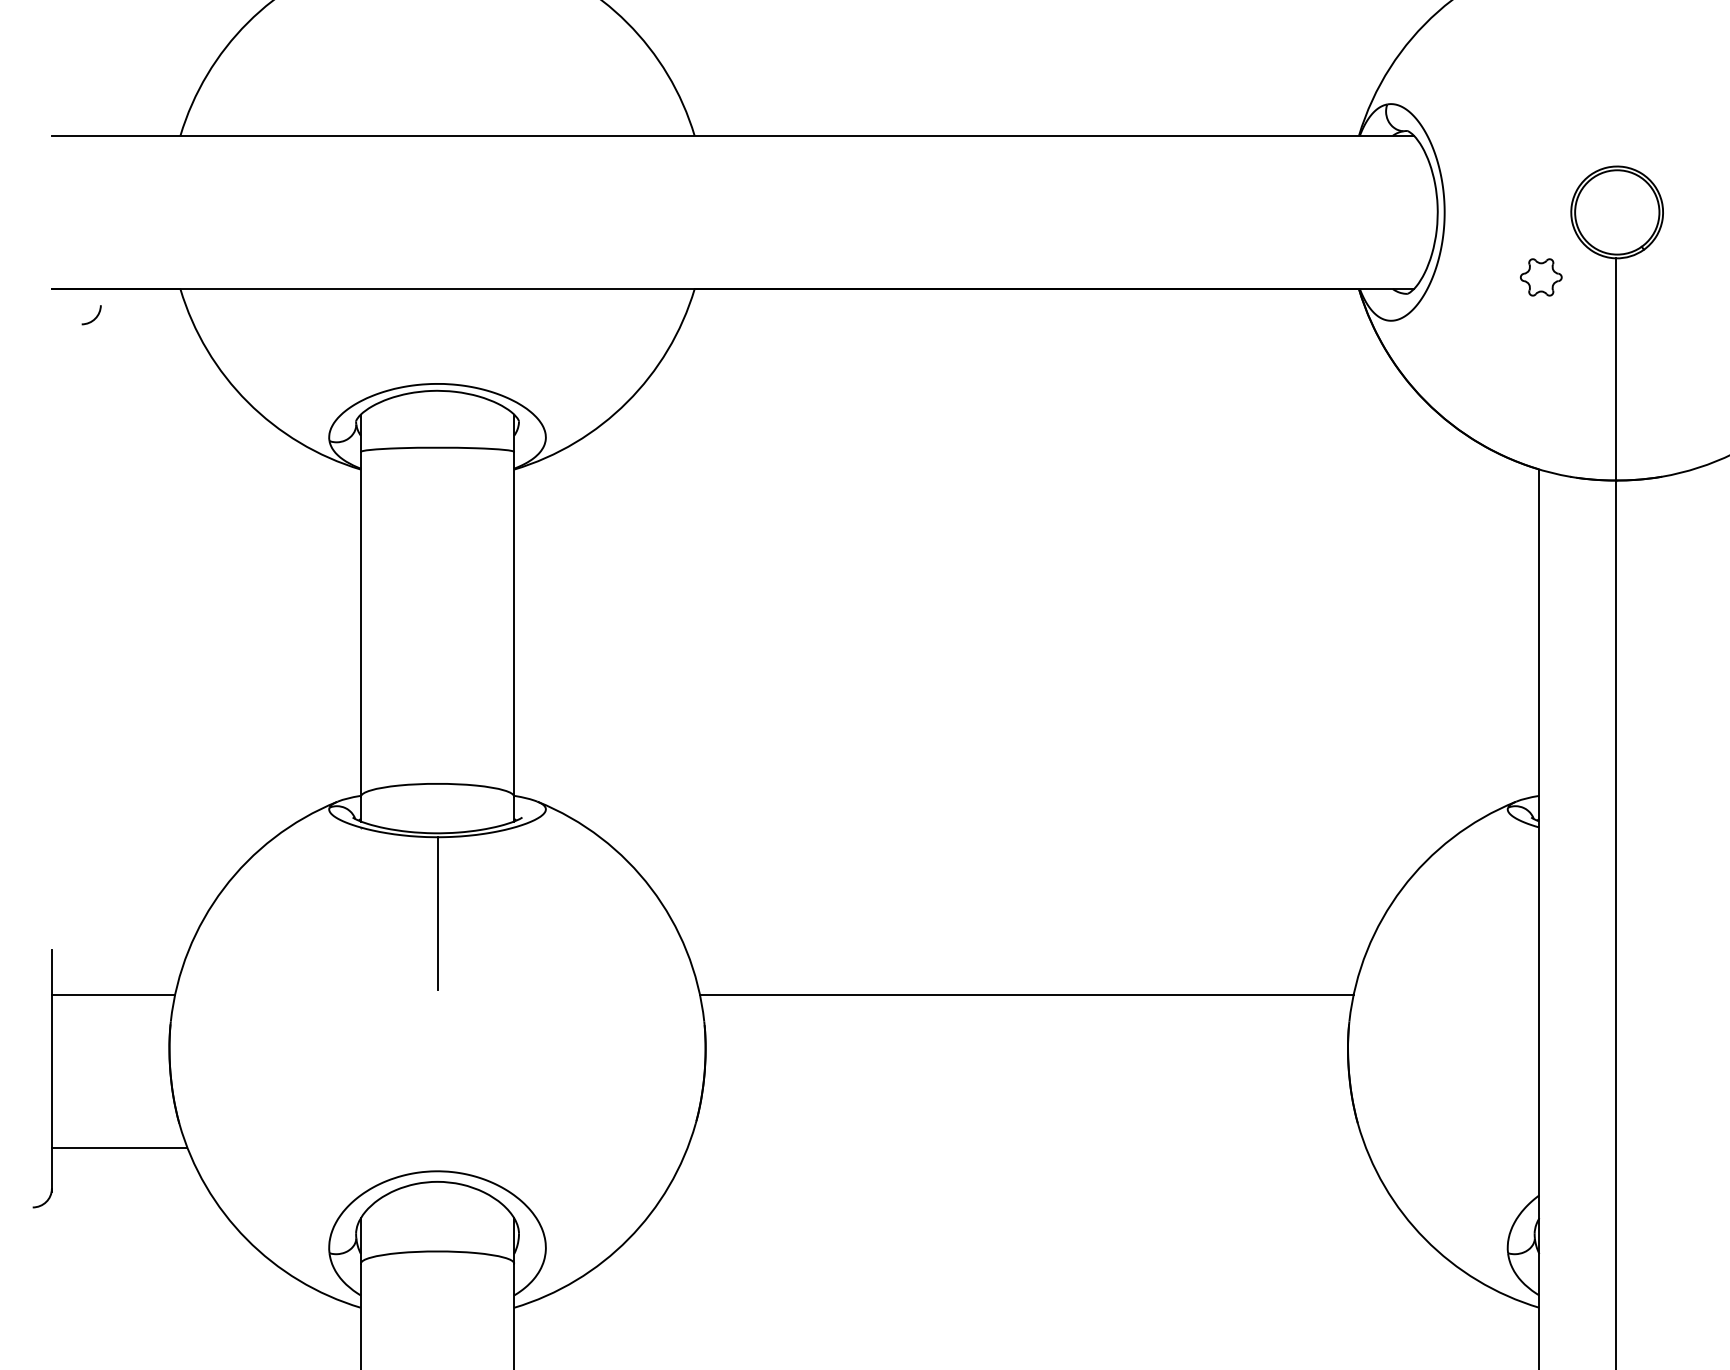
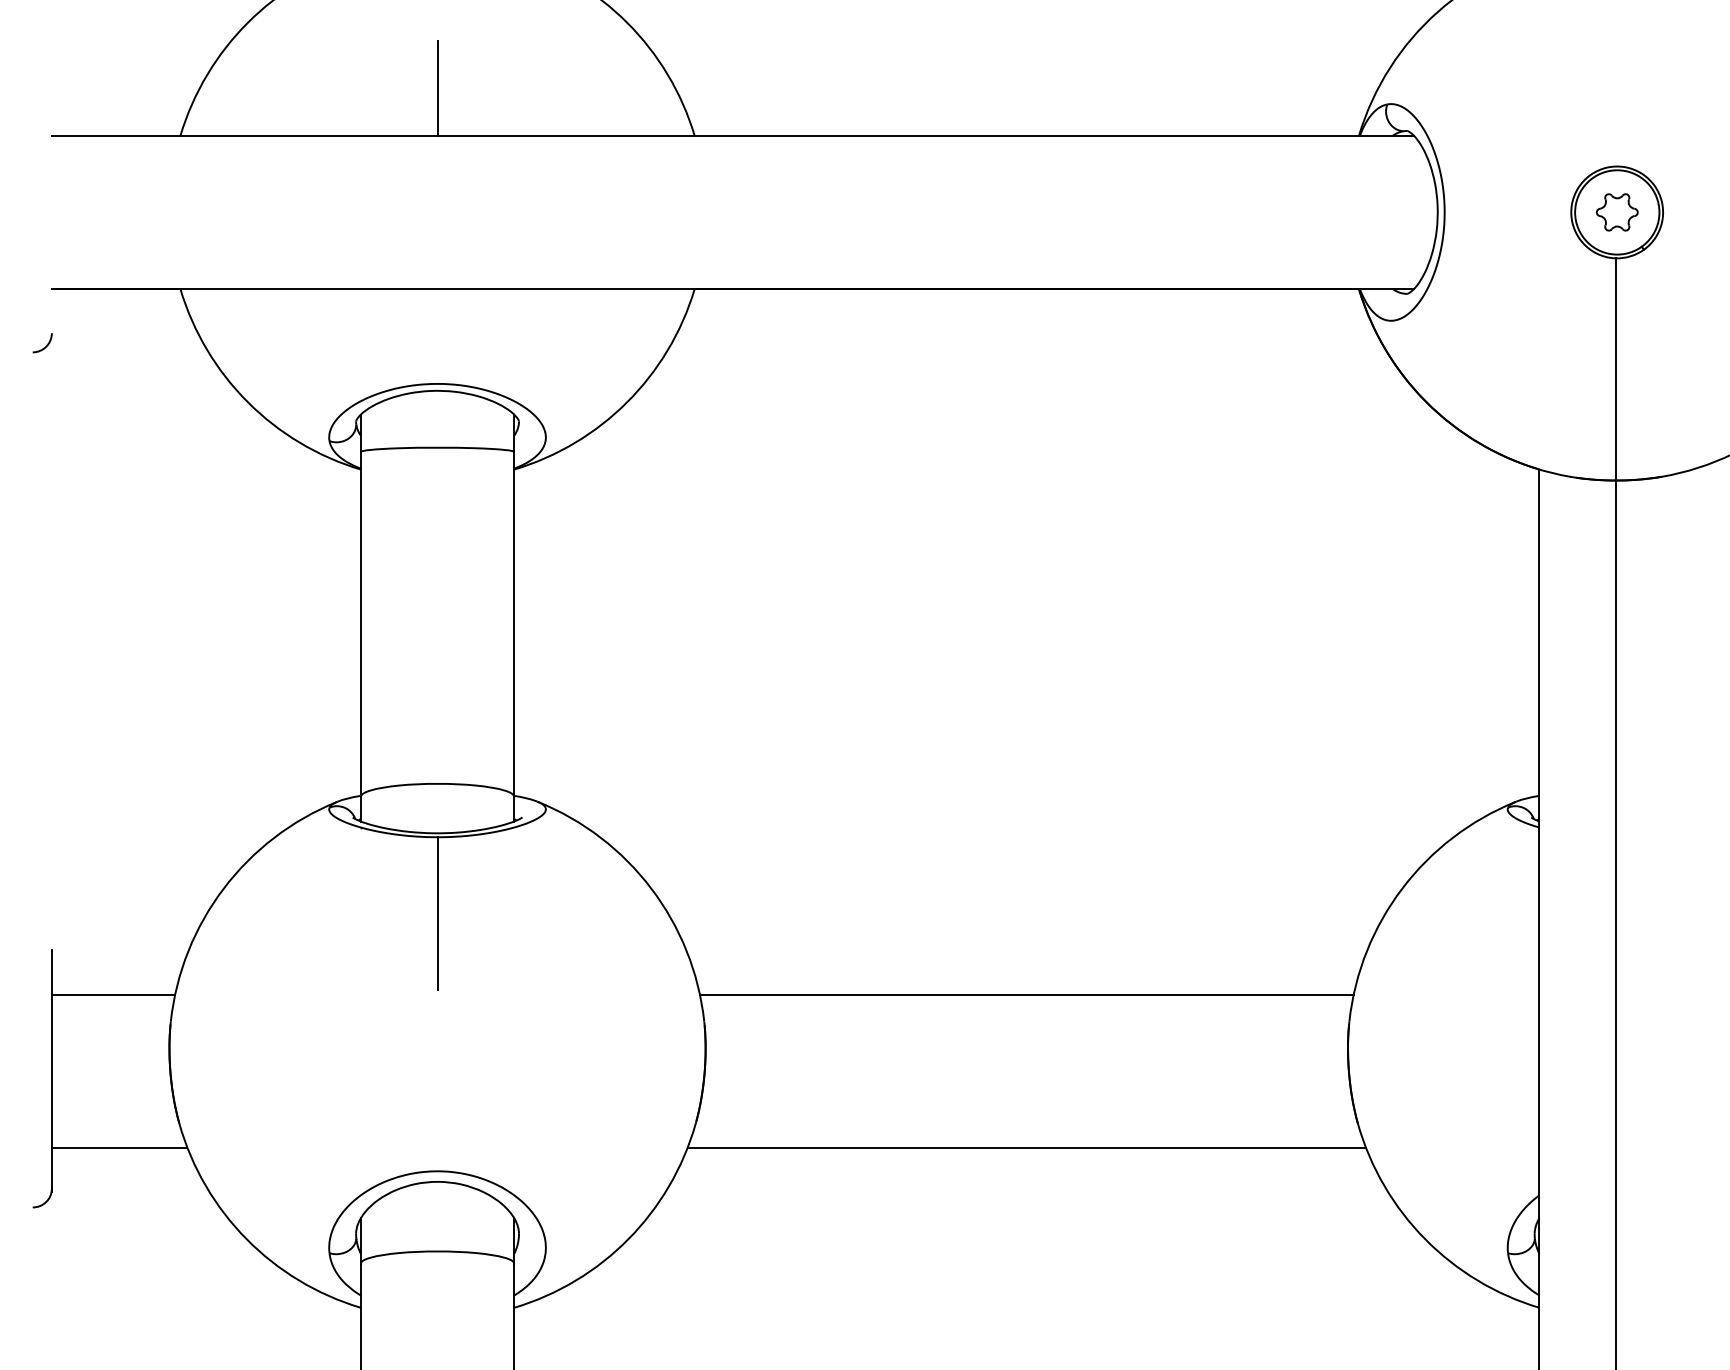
line at (437, 88): none -> present
part at (1540, 277) position: (1540, 277) -> (1616, 212)
part at (91, 315) position: (91, 315) -> (42, 343)
line at (1026, 1147): none -> present
